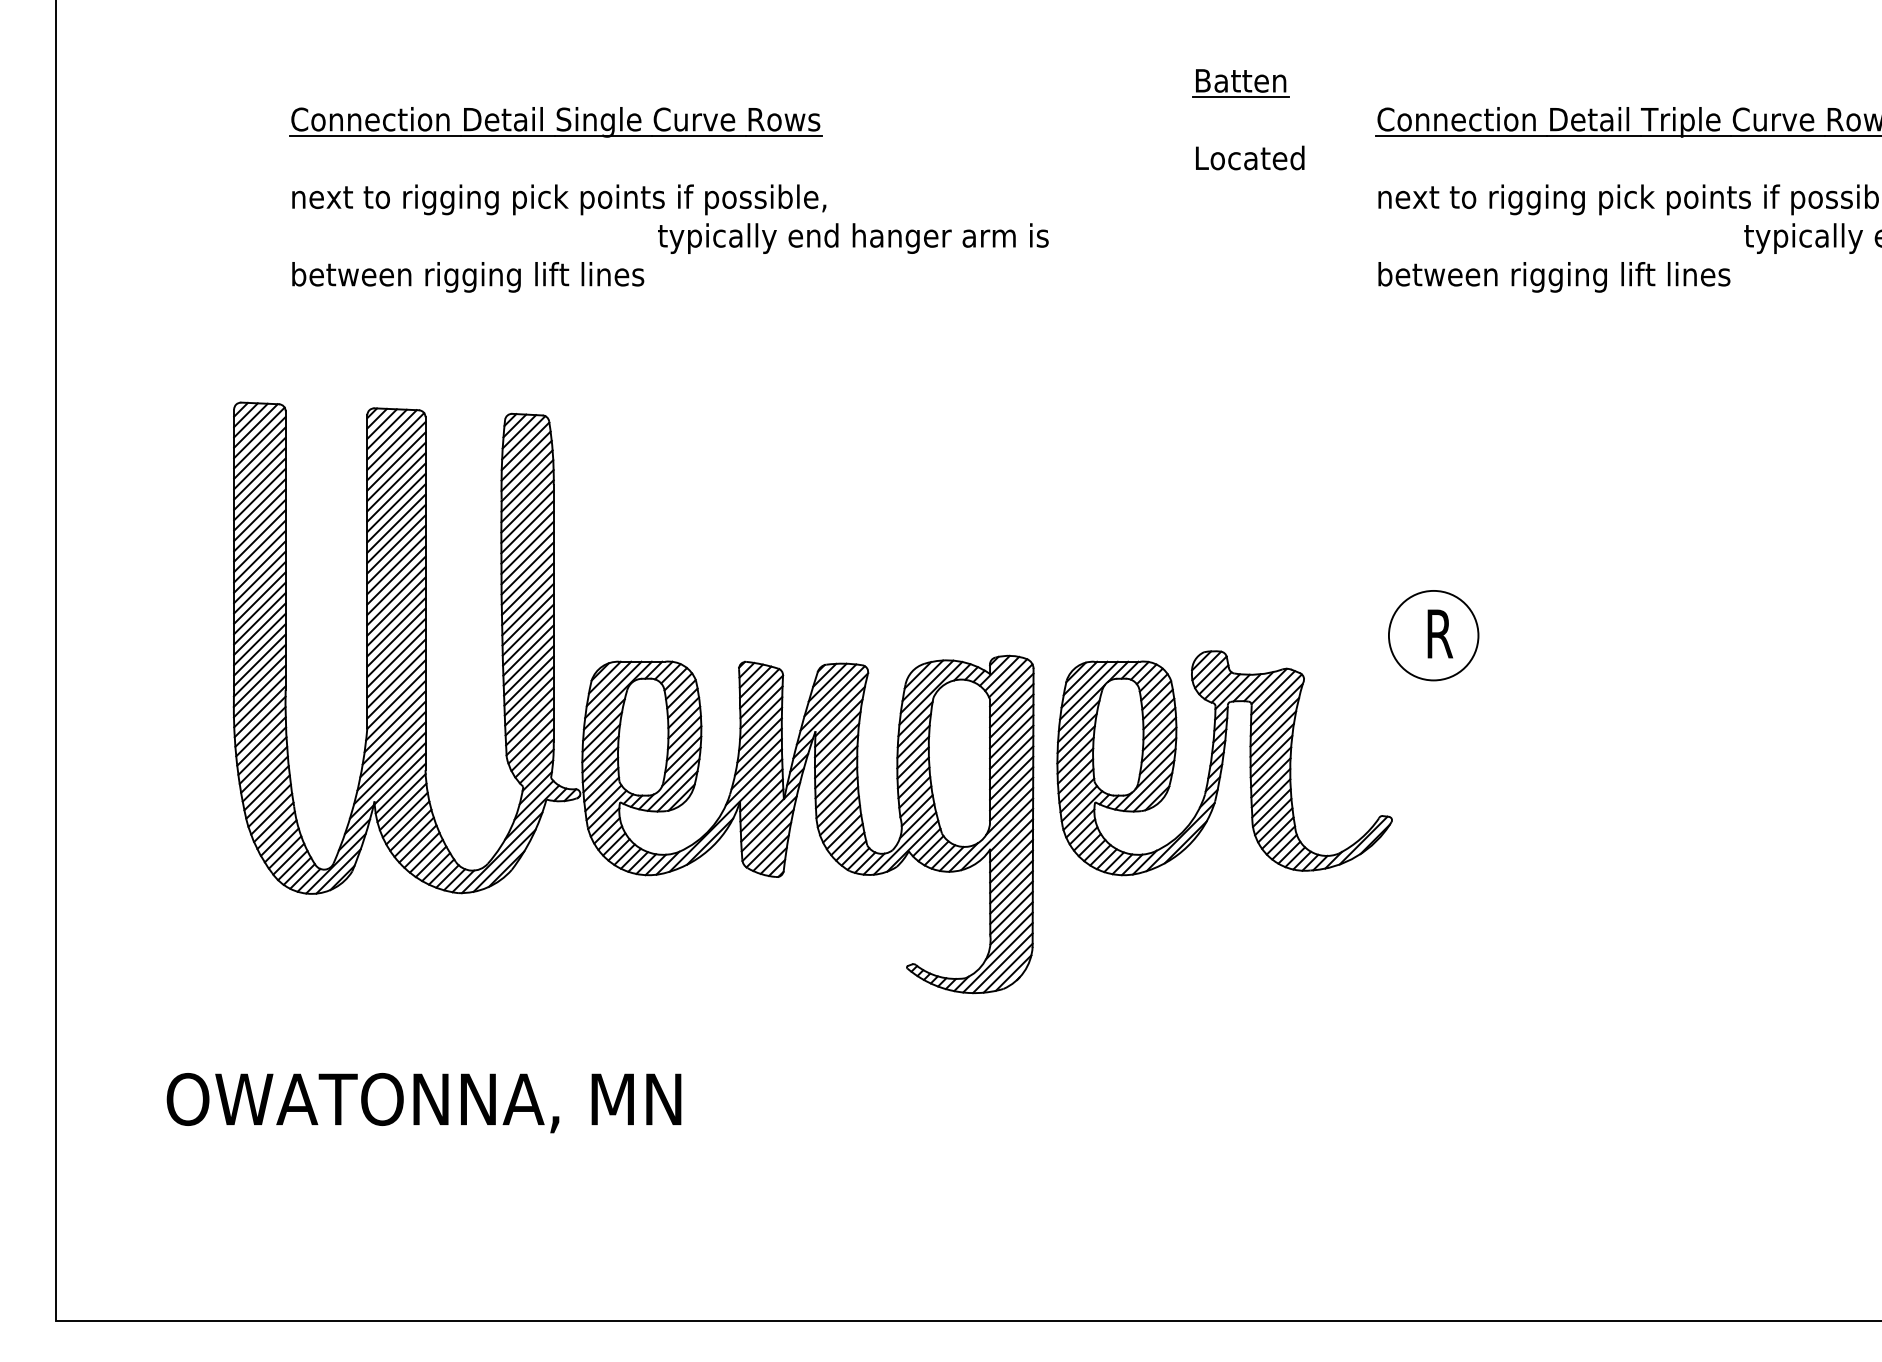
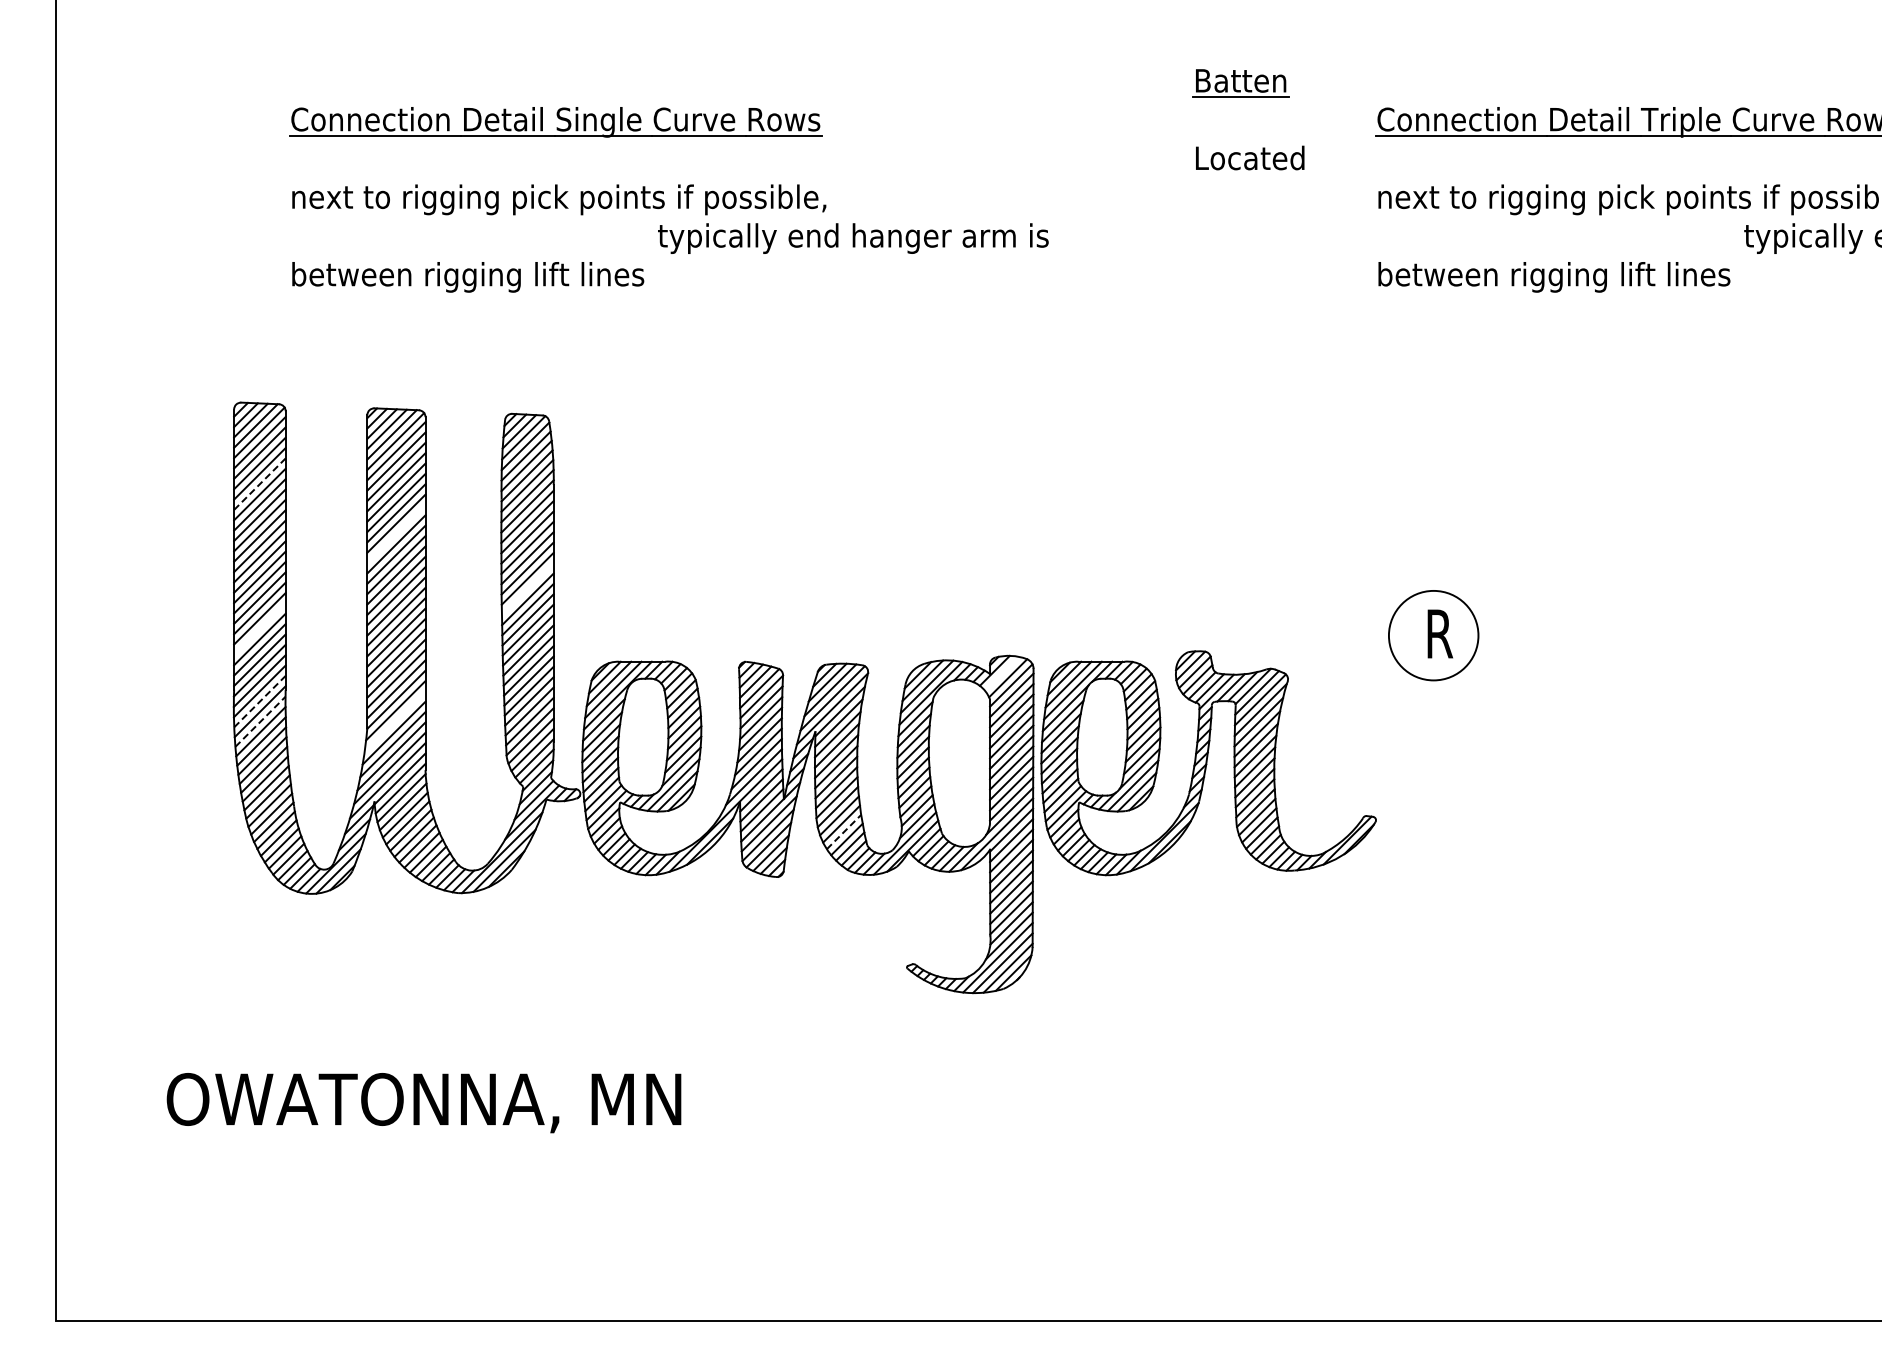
line at (260, 483): solid -> dashed
line at (396, 533): present -> none
line at (527, 588): present -> none
line at (259, 628): present -> none
line at (1002, 673): present -> none
line at (260, 701): solid -> dashed
line at (260, 721): solid -> dashed
line at (394, 721): present -> none
part at (1224, 763) position: (1224, 763) -> (1208, 763)
line at (844, 831): solid -> dashed
